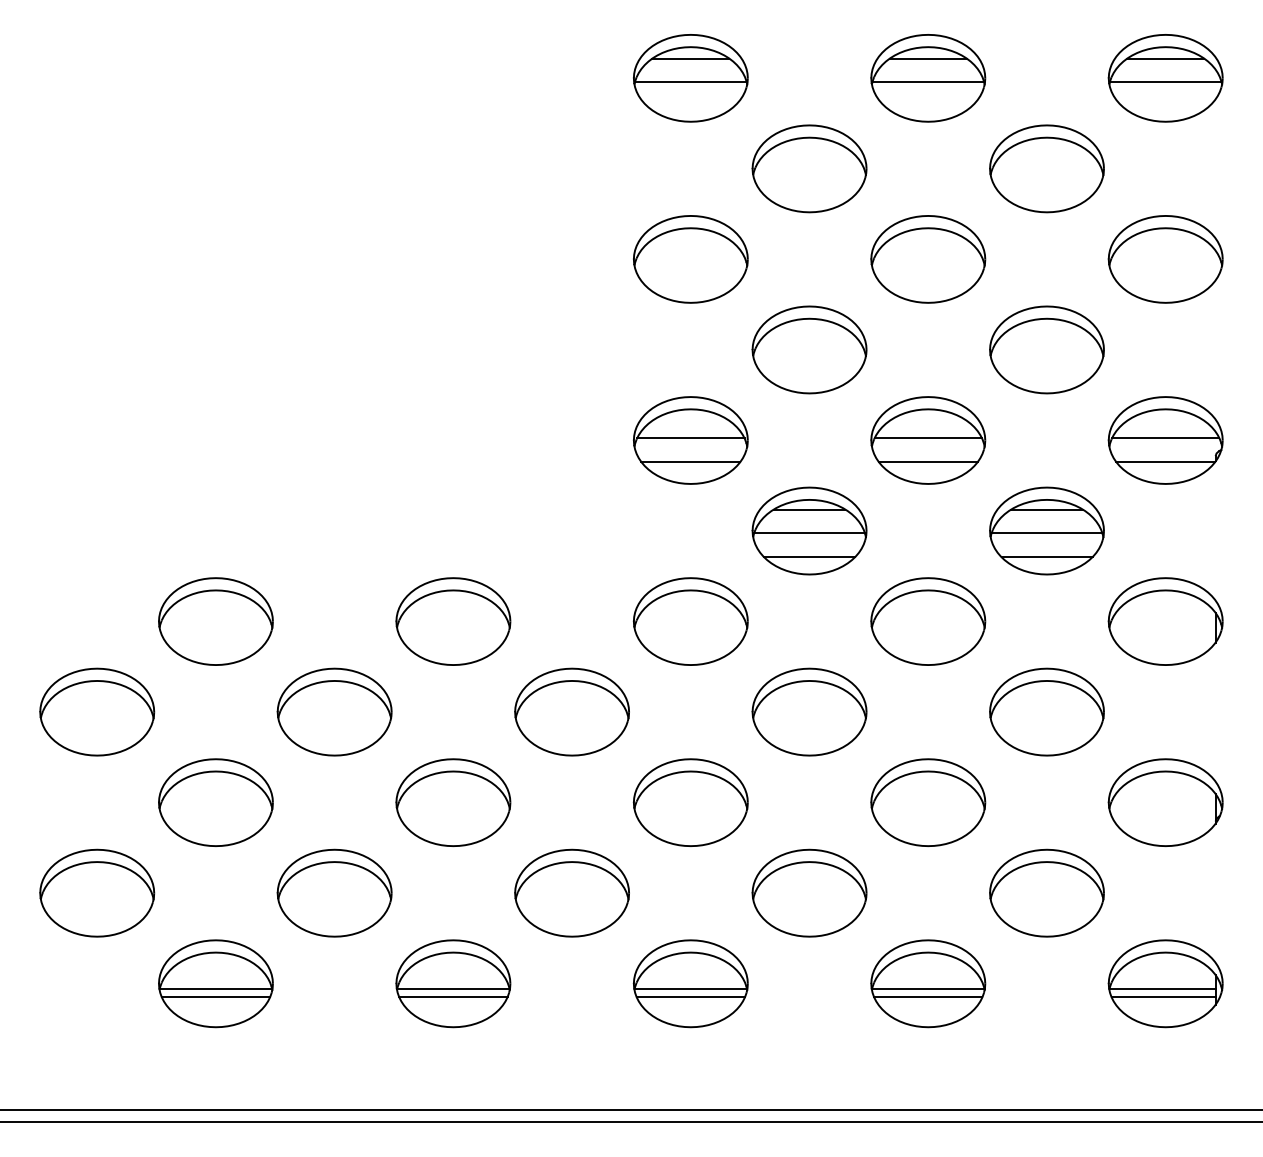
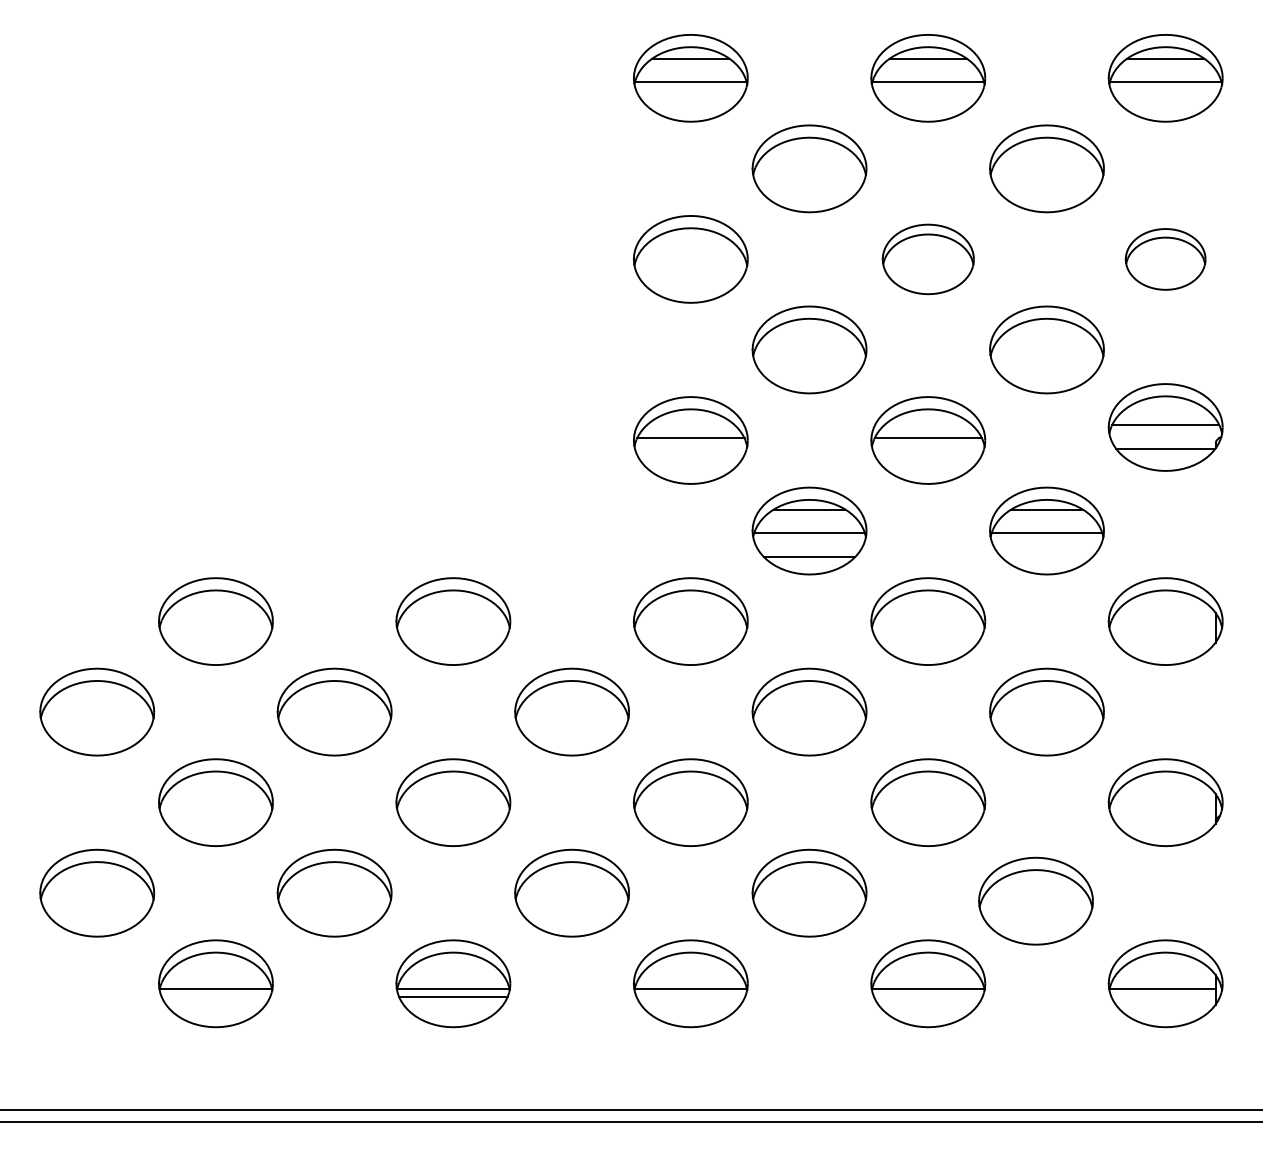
part at (928, 259) size: 117x89 px -> 94x73 px
part at (1165, 259) size: 117x89 px -> 83x63 px
part at (1165, 440) position: (1165, 440) -> (1165, 427)
line at (690, 462): present -> none
line at (927, 462): present -> none
line at (1046, 557): present -> none
part at (1046, 892) position: (1046, 892) -> (1035, 900)
line at (215, 997): present -> none
line at (690, 997): present -> none
line at (928, 997): present -> none
line at (1163, 997): present -> none
